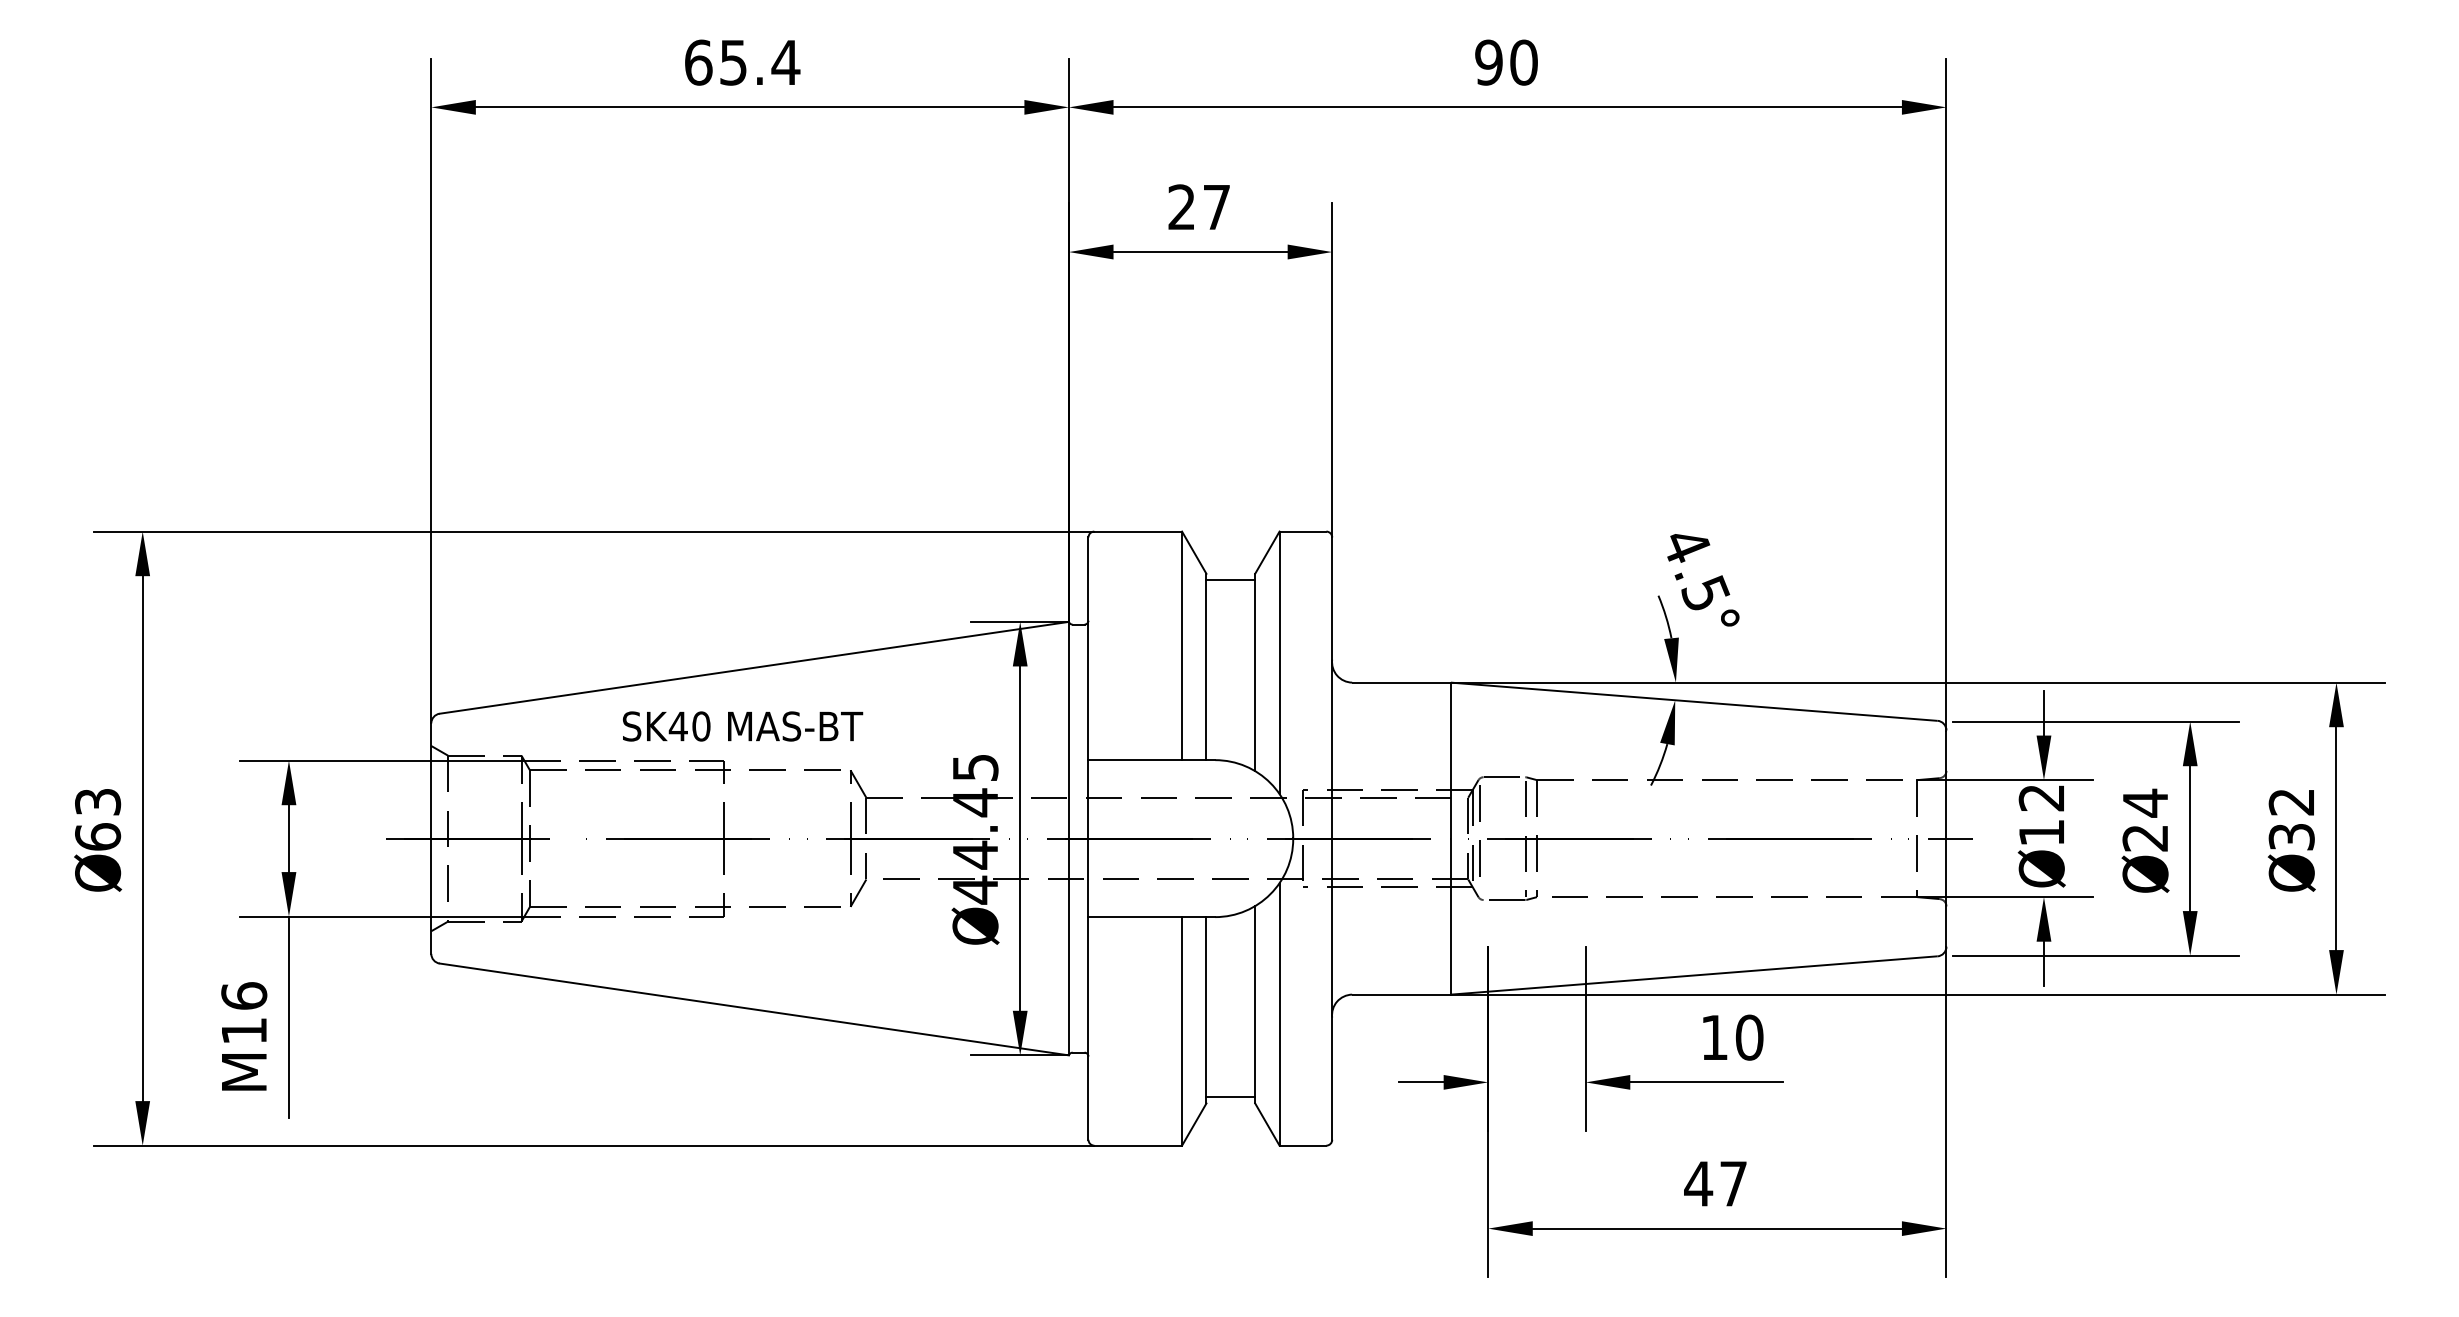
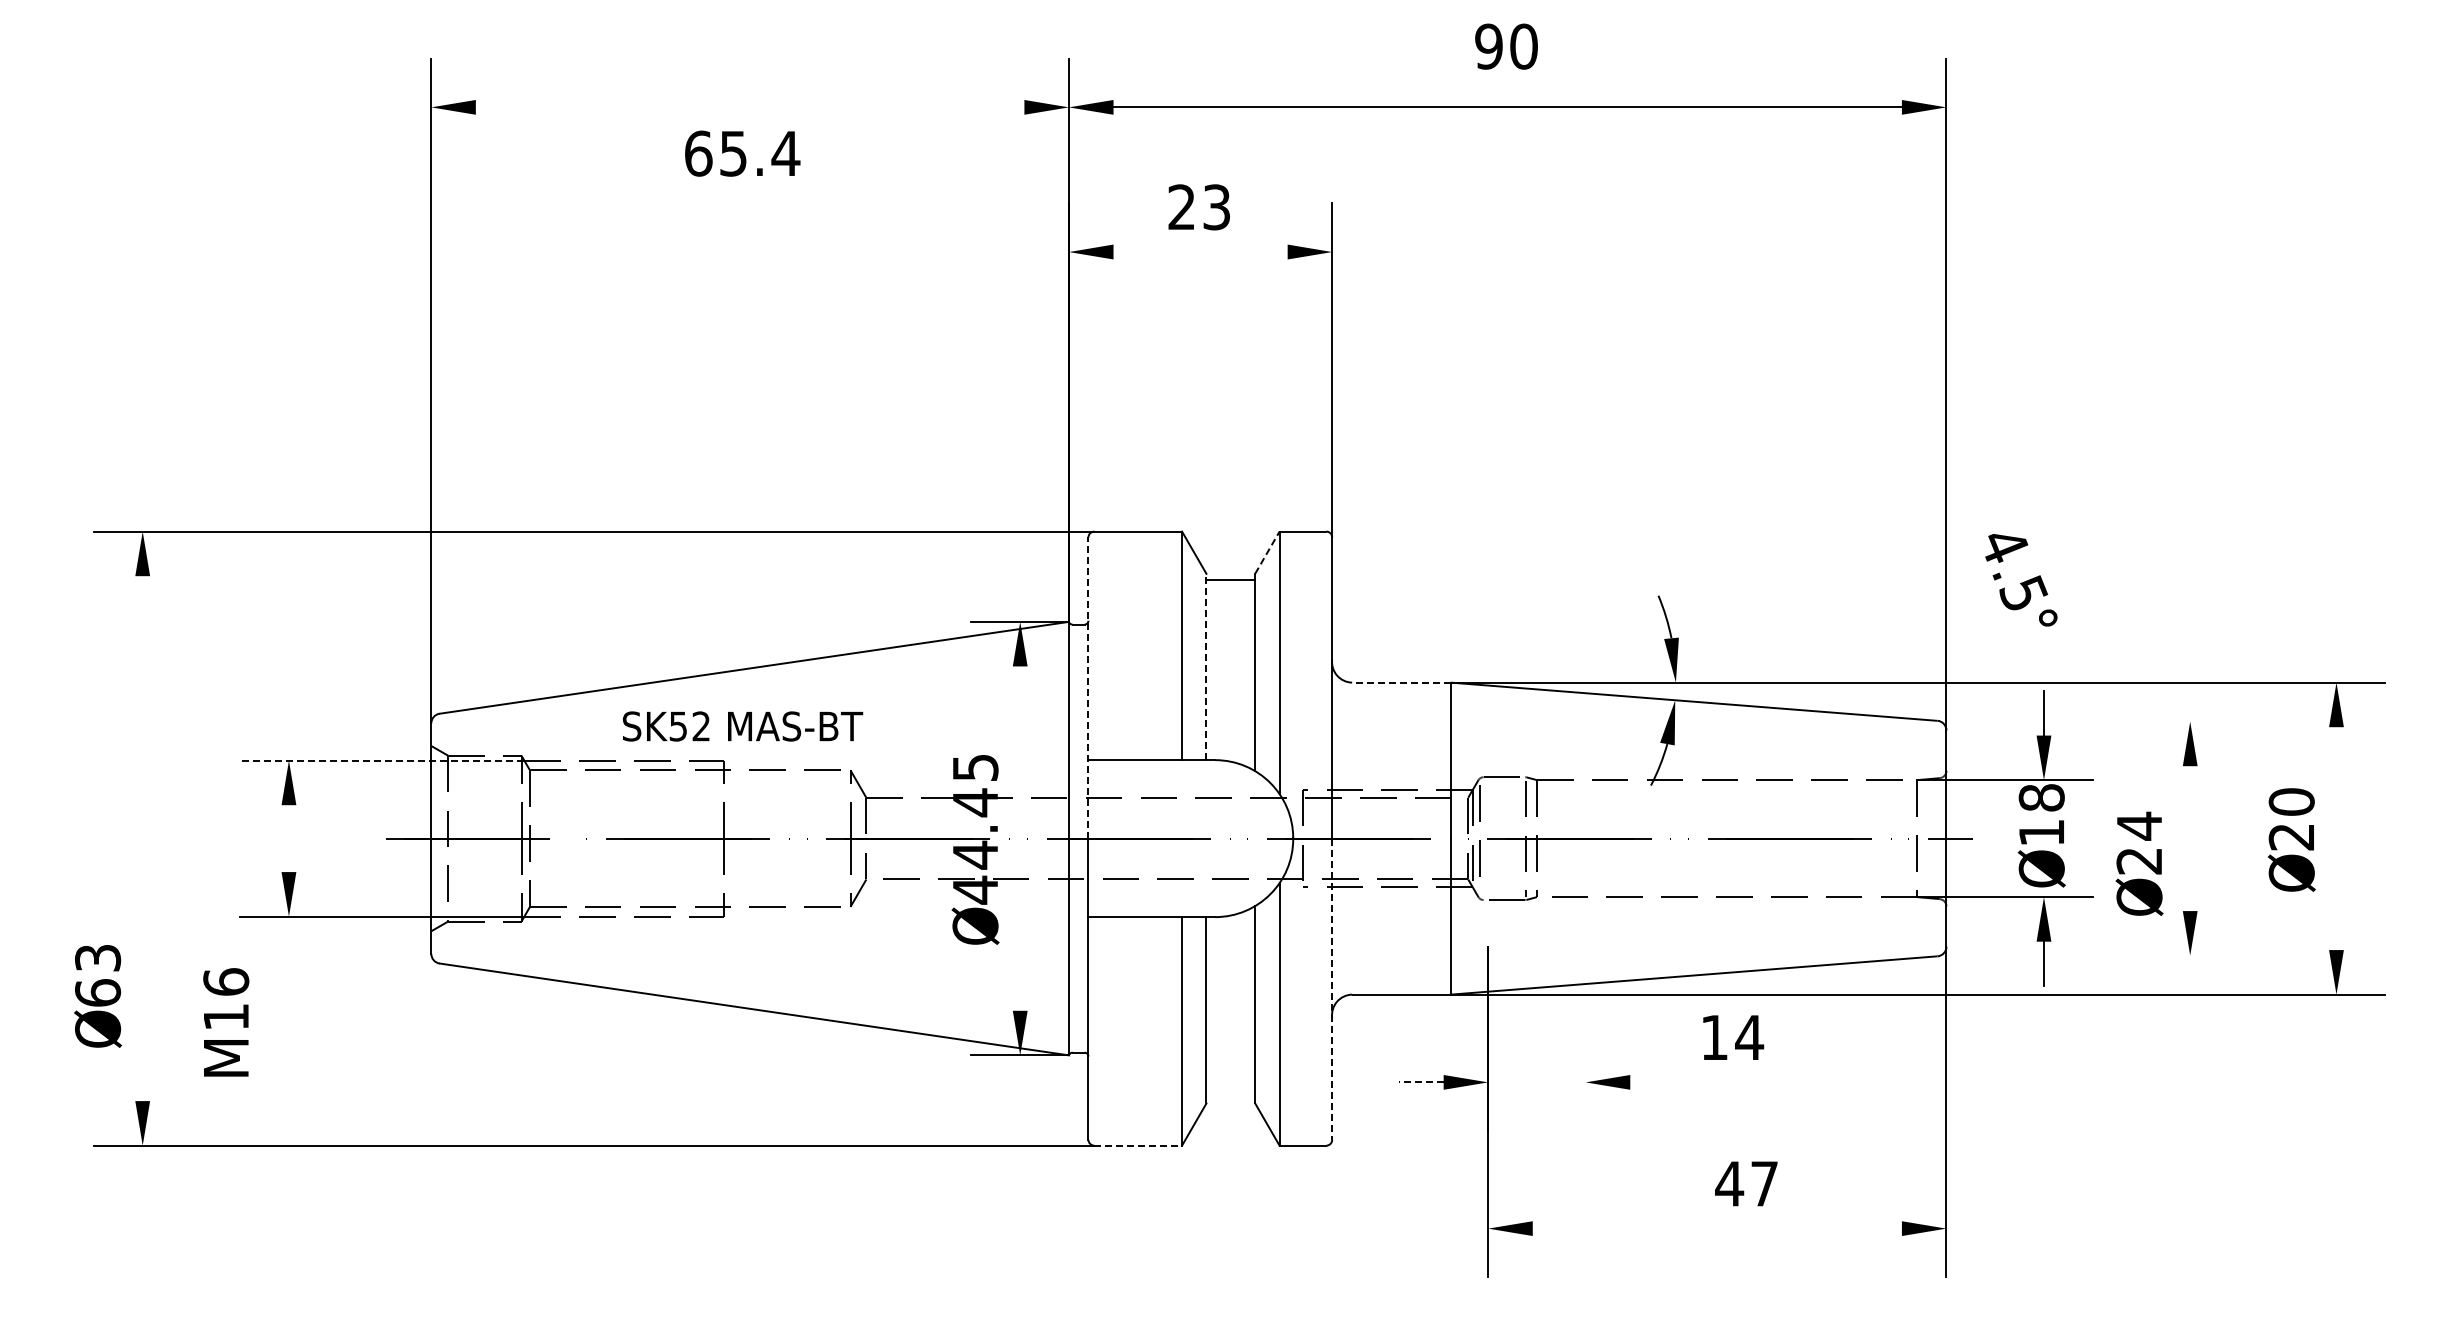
text at (742, 62) position: (742, 62) -> (742, 153)
text at (1506, 62) position: (1506, 62) -> (1506, 46)
line at (749, 107): present -> none
text at (1216, 207): 27 -> 23
line at (1200, 252): present -> none
line at (1267, 552): solid -> dashed
text at (1703, 580) position: (1703, 580) -> (2021, 580)
line at (1206, 666): solid -> dashed
line at (1401, 682): solid -> dashed
line at (1088, 688): solid -> dashed
line at (2095, 721): present -> none
text at (689, 726): SK40 -> SK52
line at (381, 760): solid -> dashed
text at (2041, 797): 12 -> 18
text at (2291, 819): 32 -> 20
line at (142, 838): present -> none
line at (288, 838): present -> none
line at (1020, 838): present -> none
line at (2190, 838): present -> none
line at (2336, 838): present -> none
text at (98, 840) position: (98, 840) -> (98, 996)
text at (2145, 840) position: (2145, 840) -> (2139, 863)
line at (2095, 955): present -> none
line at (1332, 989): solid -> dashed
line at (288, 1017): present -> none
text at (244, 1036) position: (244, 1036) -> (226, 1022)
text at (1749, 1037): 10 -> 14
line at (1585, 1038): present -> none
line at (1420, 1082): solid -> dashed
line at (1706, 1082): present -> none
line at (1230, 1097): present -> none
line at (1138, 1145): solid -> dashed
text at (1715, 1183) position: (1715, 1183) -> (1746, 1183)
line at (1716, 1228): present -> none
